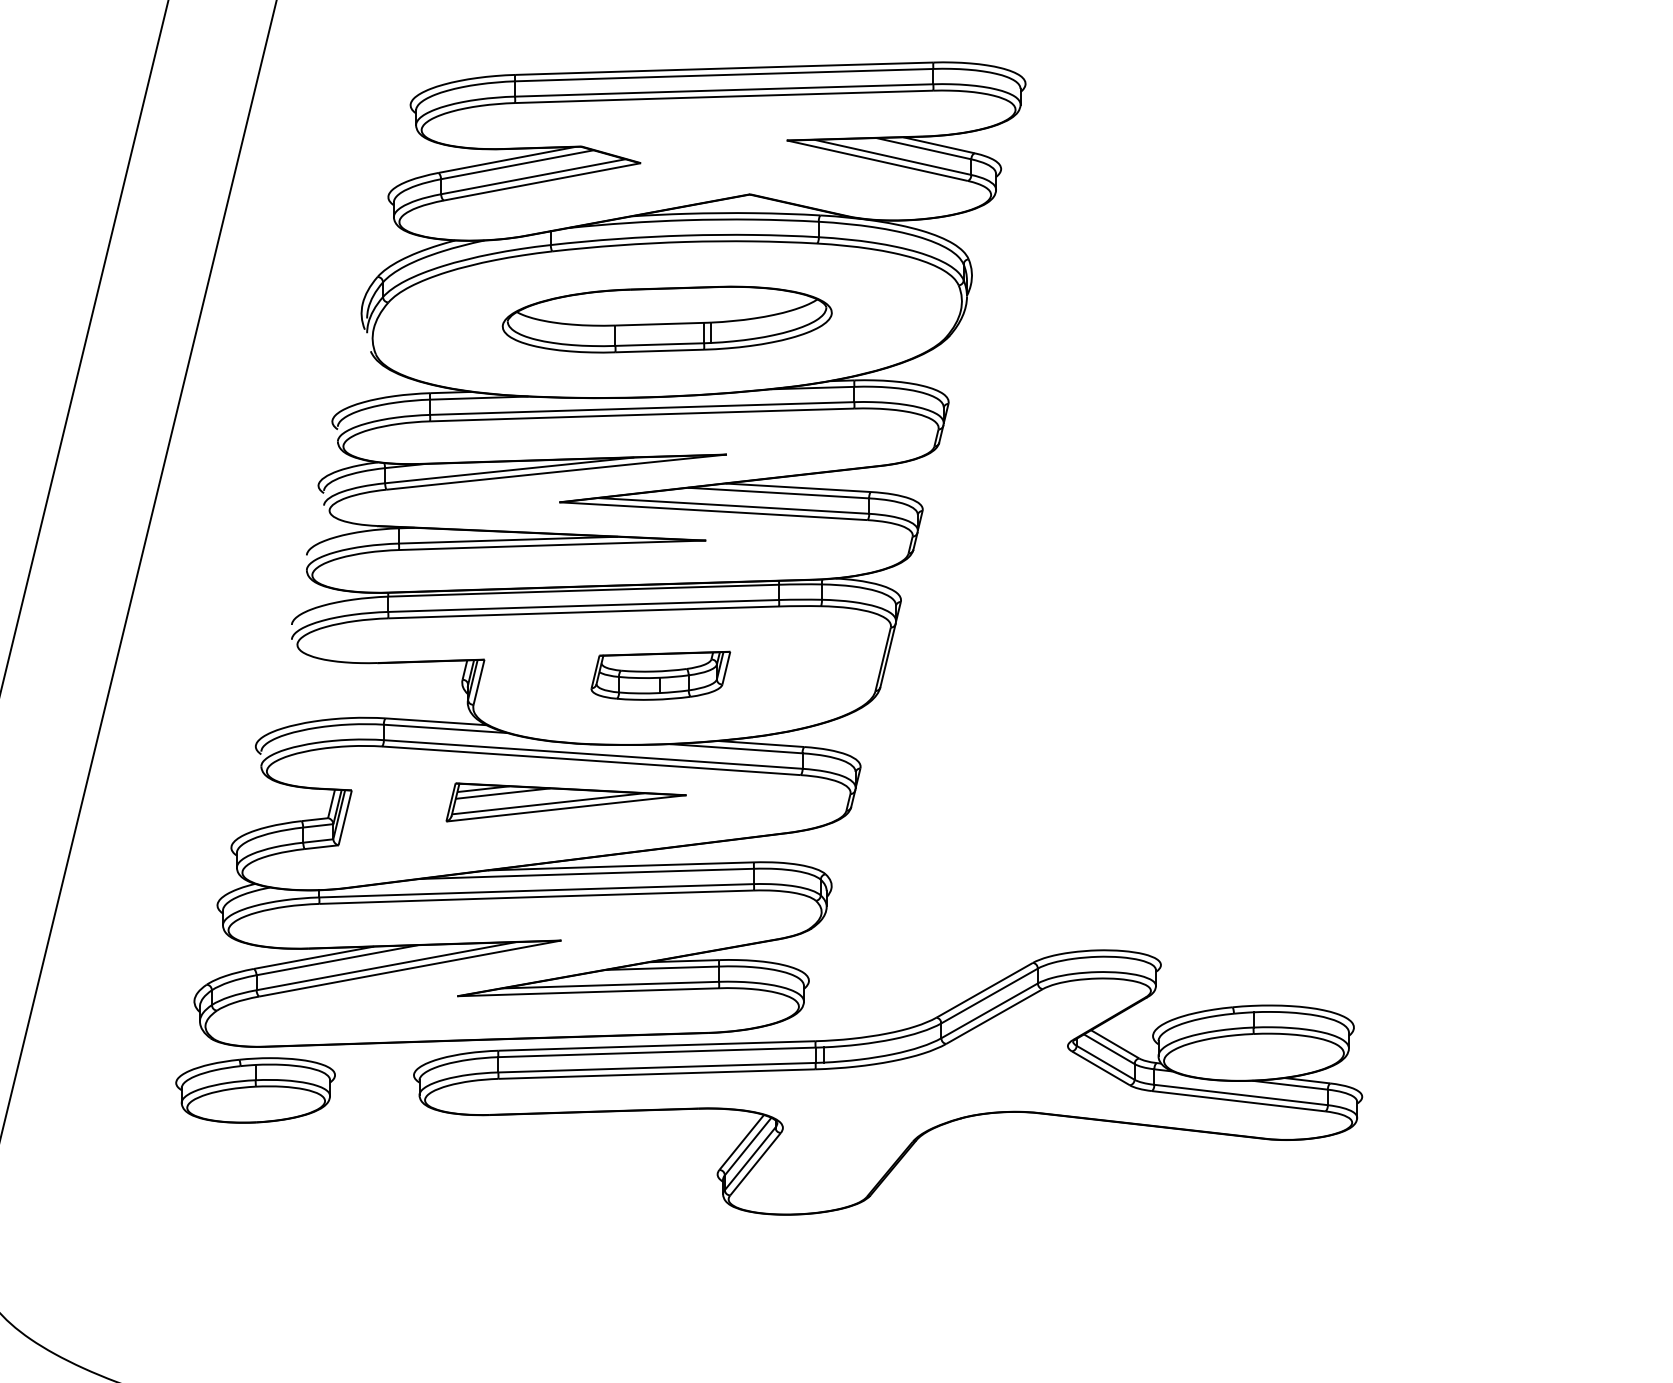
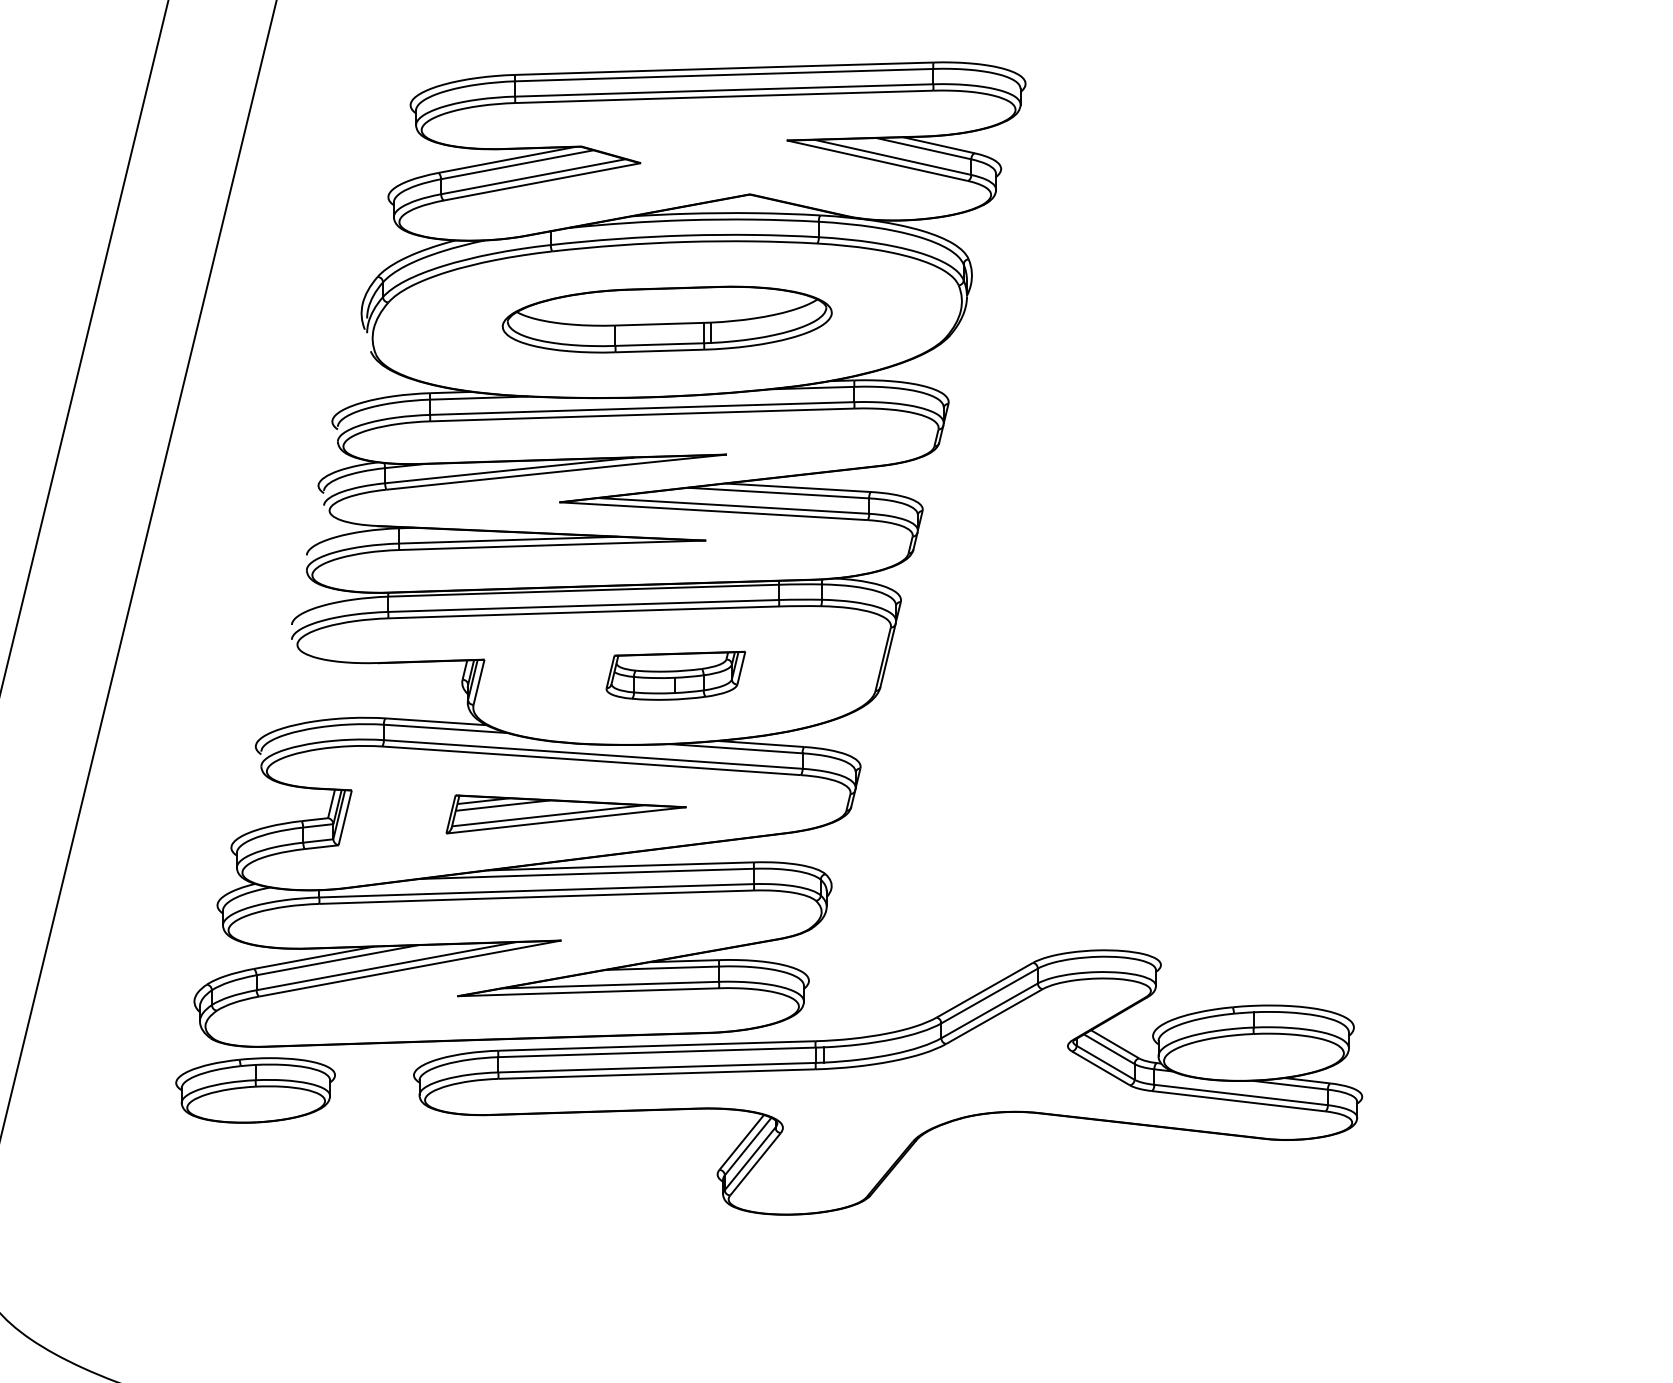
part at (660, 675) position: (660, 675) -> (675, 675)
part at (565, 802) position: (565, 802) -> (565, 814)
